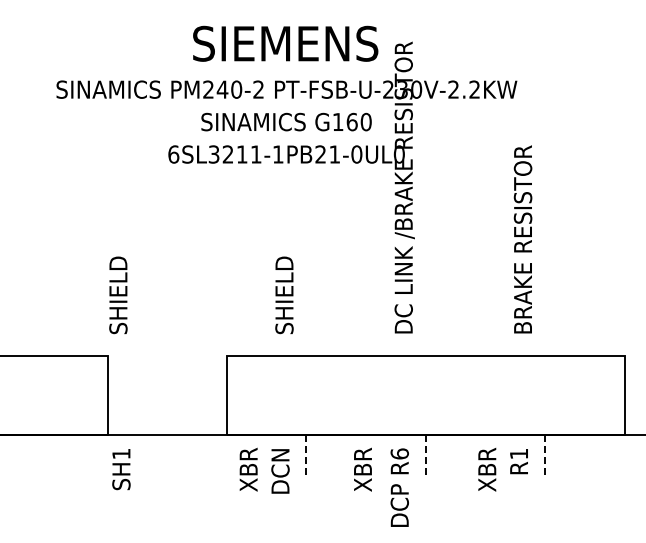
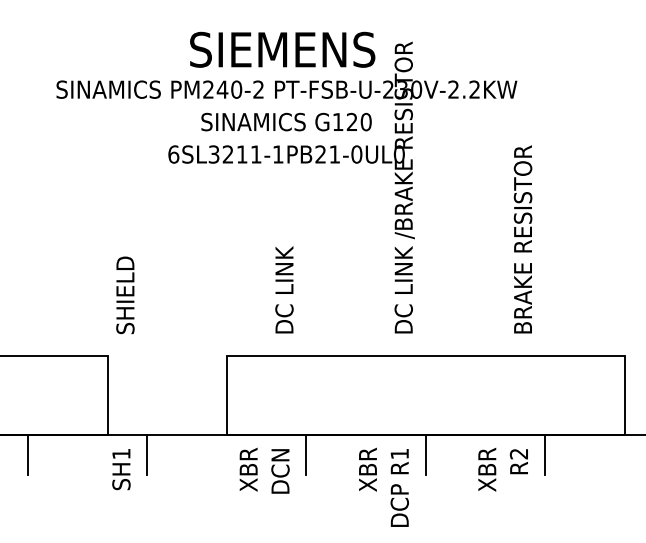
text at (285, 43) position: (285, 43) -> (282, 49)
text at (351, 121): G160 -> G120
text at (284, 290): SHIELD -> DC LINK
text at (118, 295) position: (118, 295) -> (125, 295)
text at (399, 453): R6 -> R1
line at (28, 454): none -> present
line at (147, 454): none -> present
line at (306, 454): dashed -> solid
line at (425, 454): dashed -> solid
text at (518, 454): R1 -> R2
line at (545, 454): dashed -> solid
text at (362, 469) position: (362, 469) -> (367, 469)
